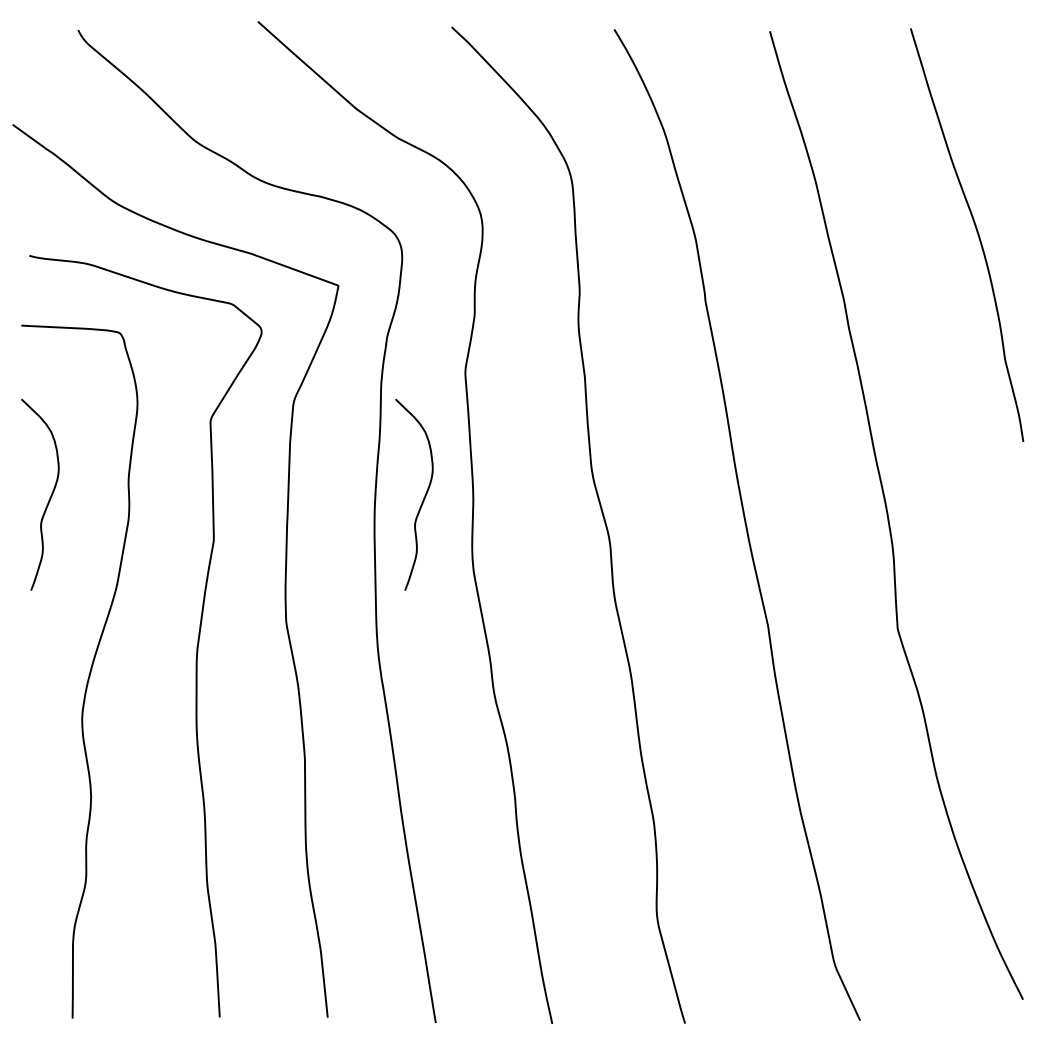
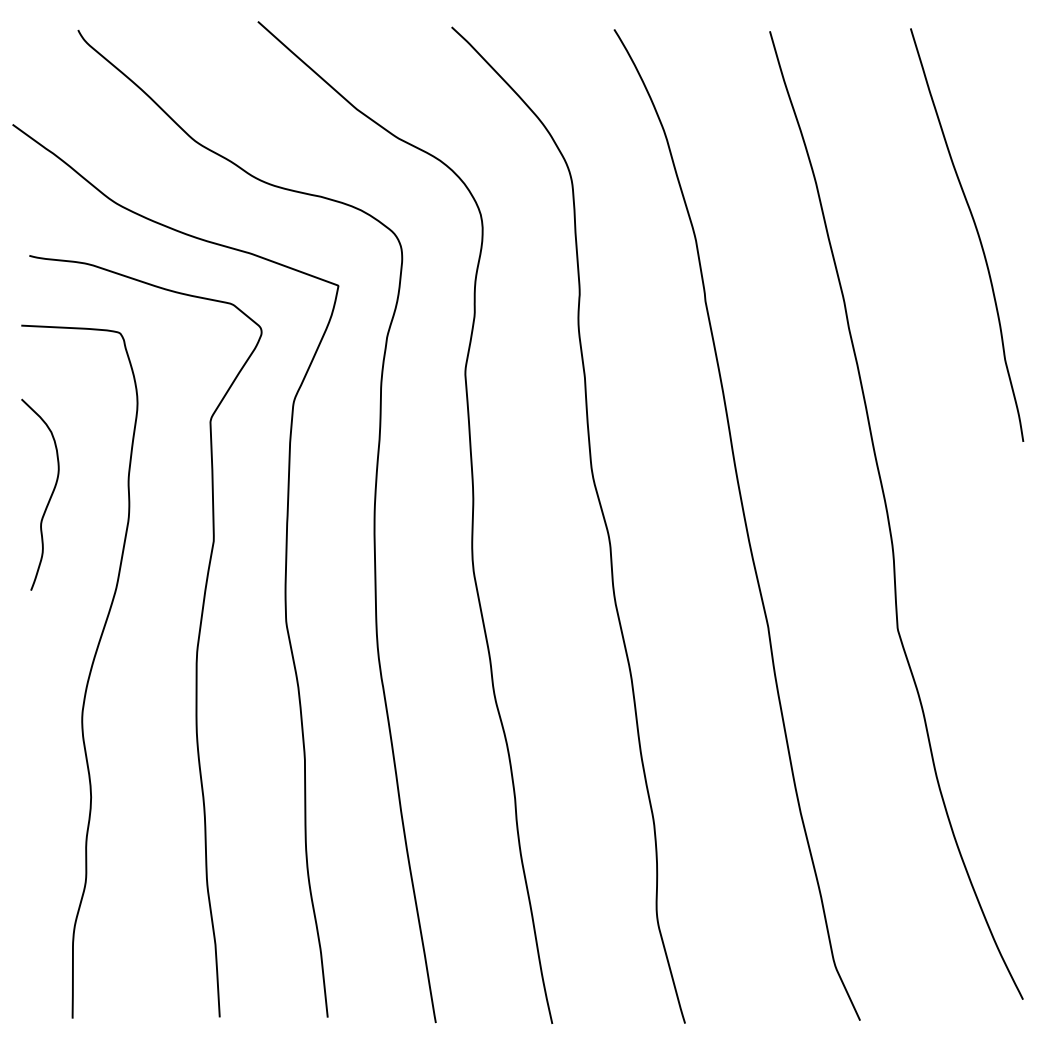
curve at (423, 497): present -> none
